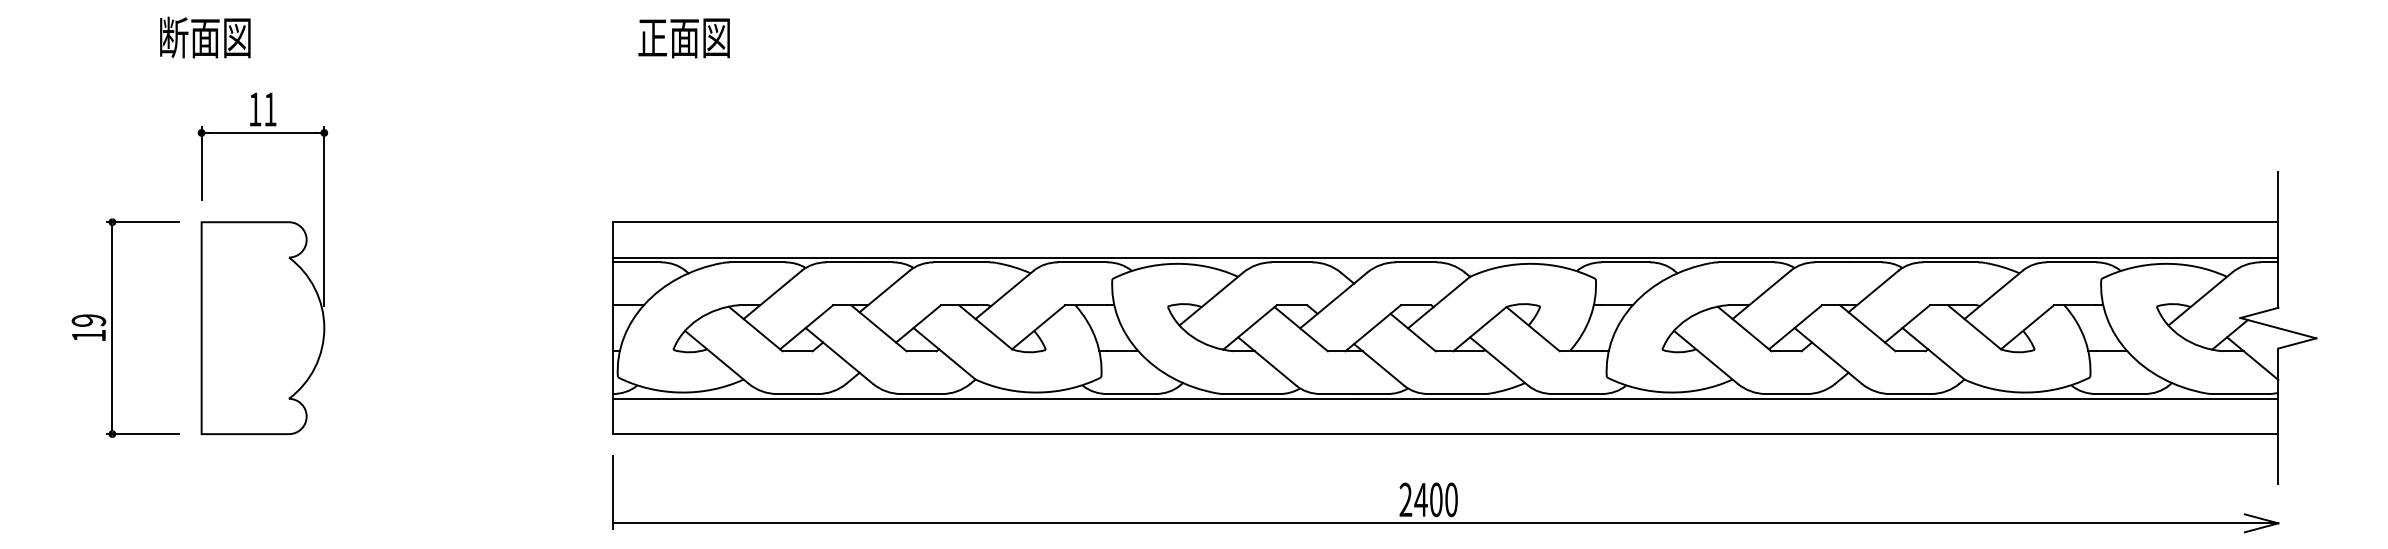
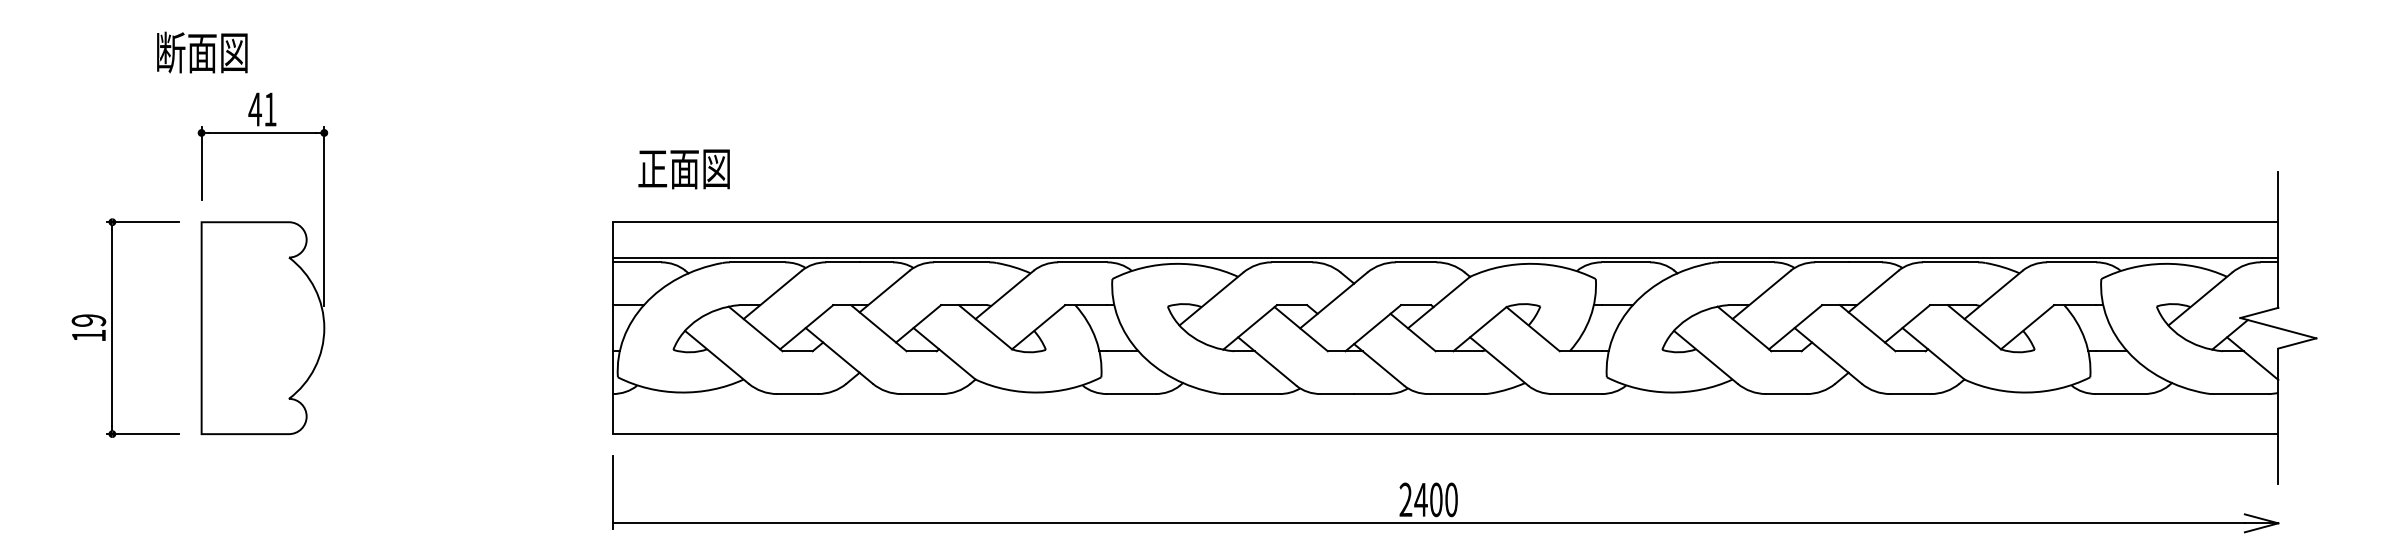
text at (205, 37) position: (205, 37) -> (202, 52)
text at (683, 38) position: (683, 38) -> (683, 169)
text at (255, 109): 11 -> 41
line at (1445, 398): present -> none
